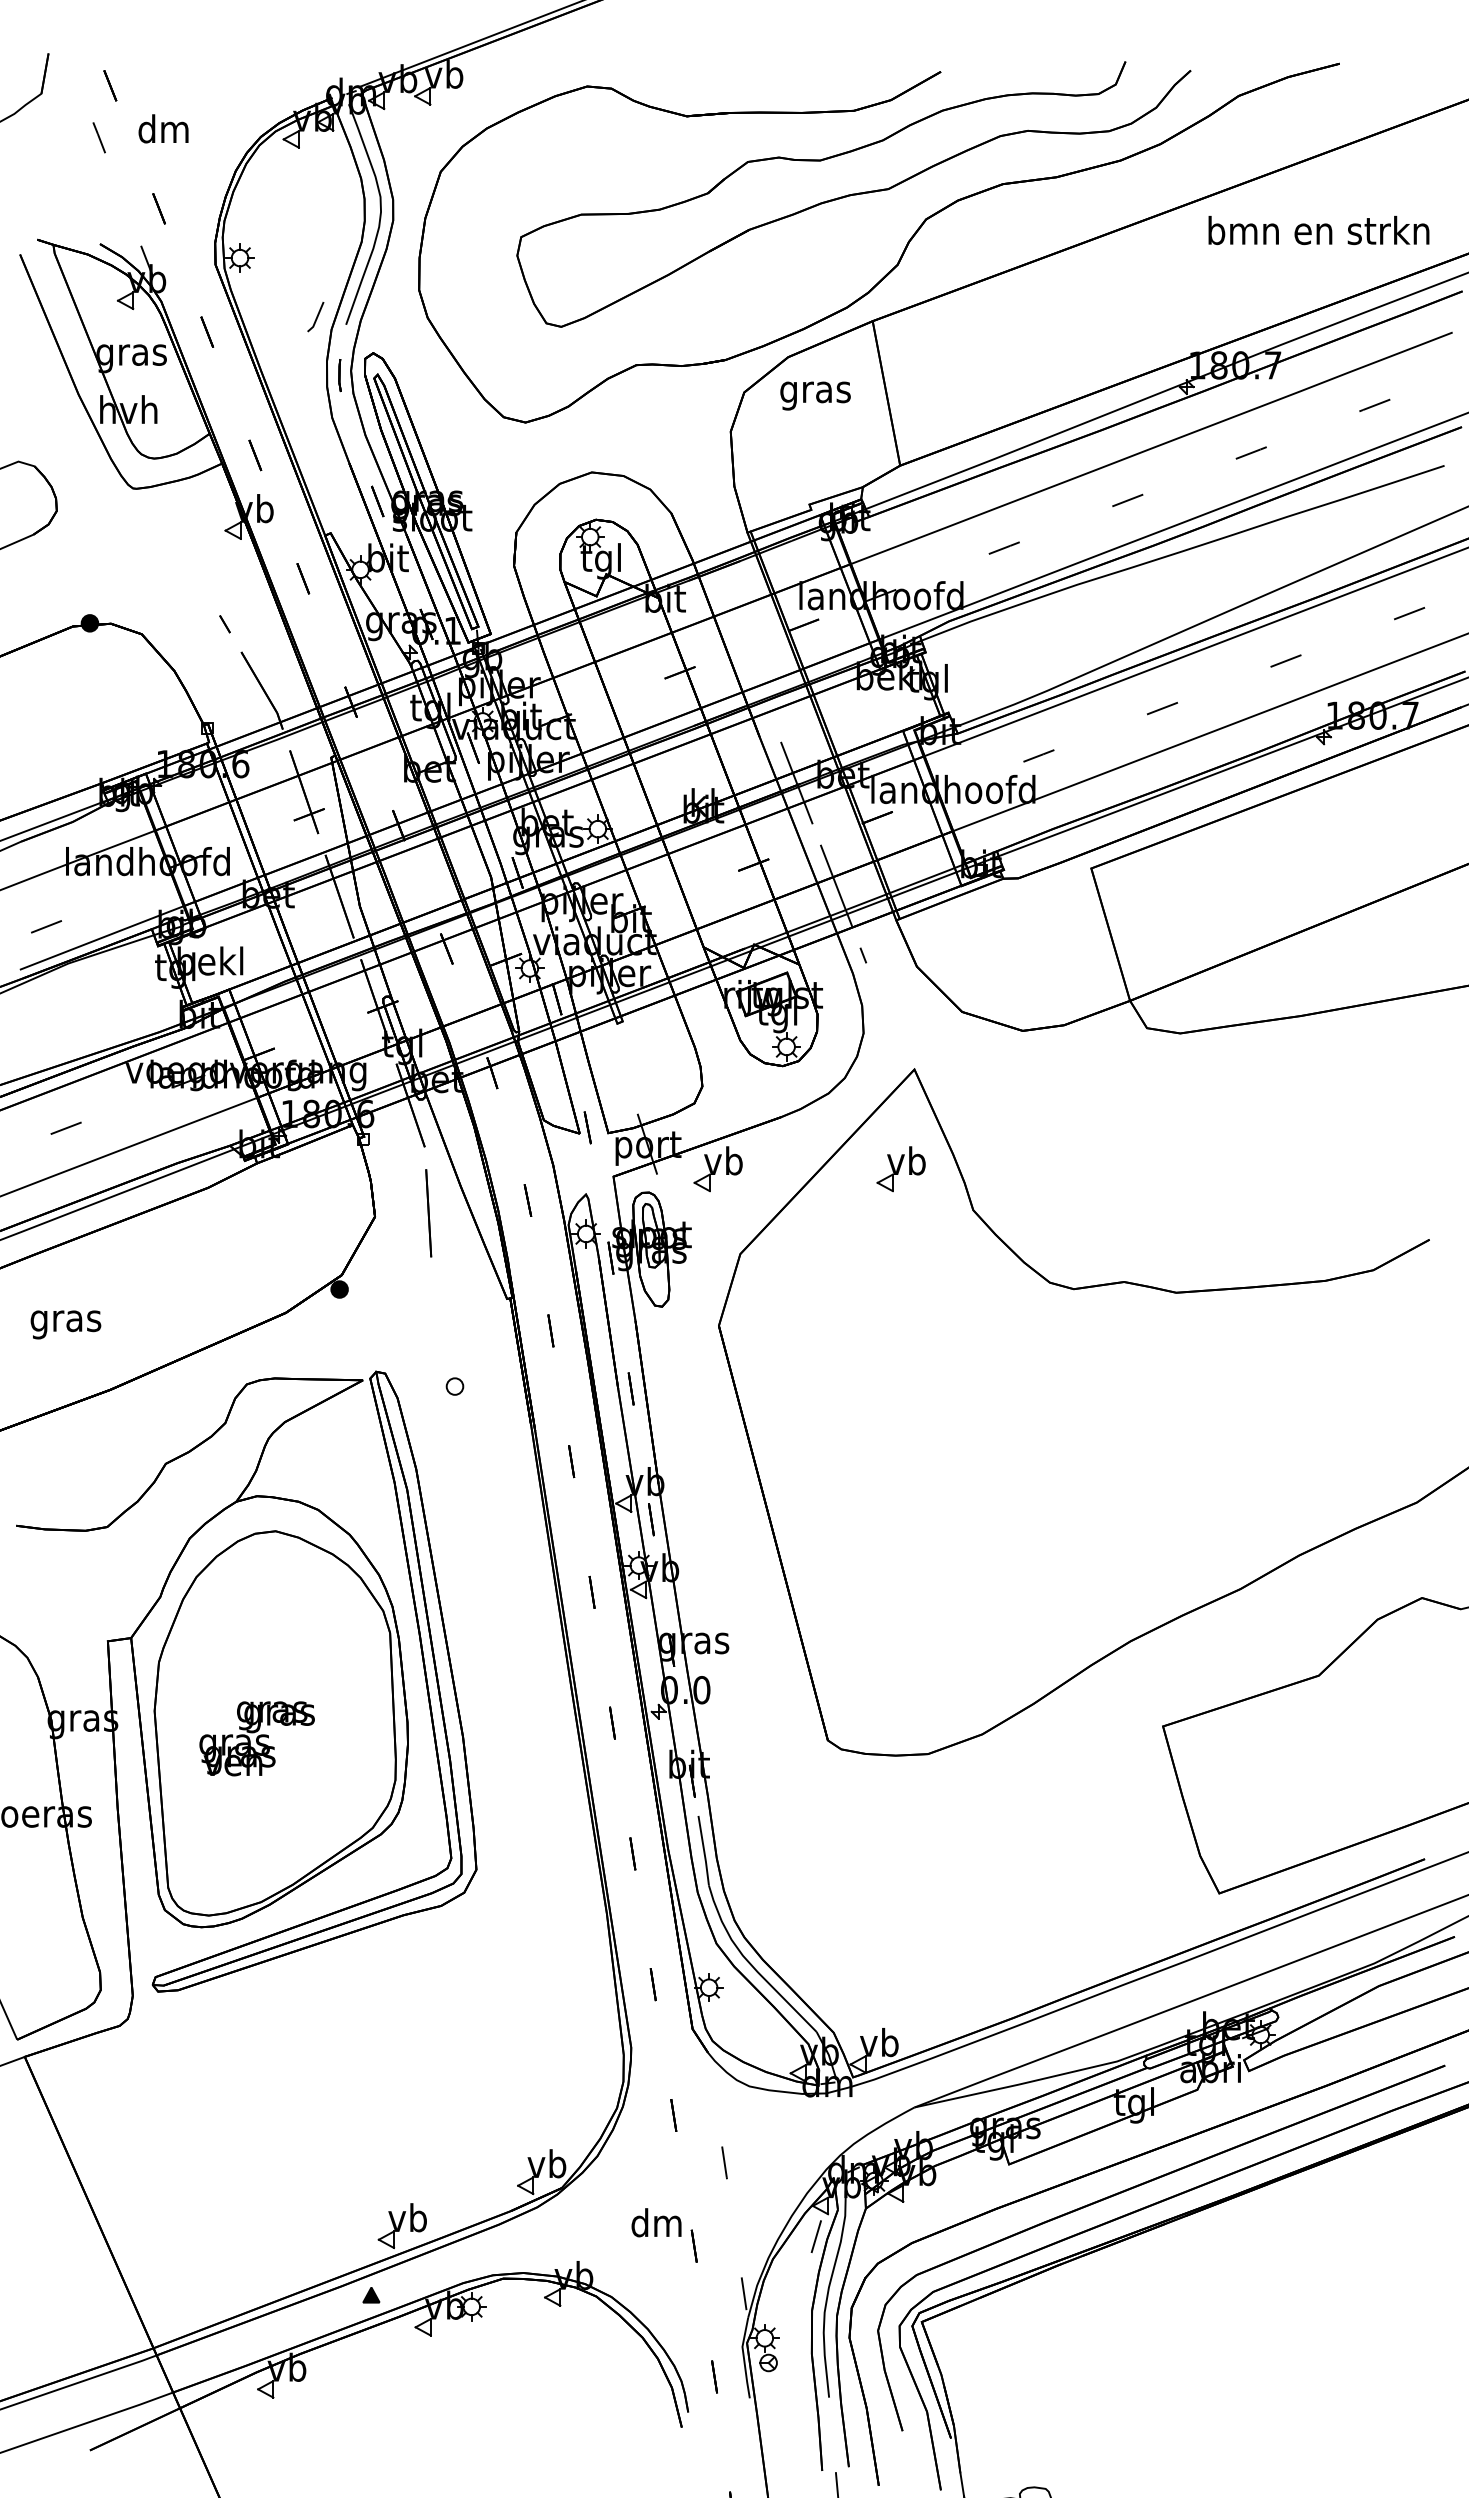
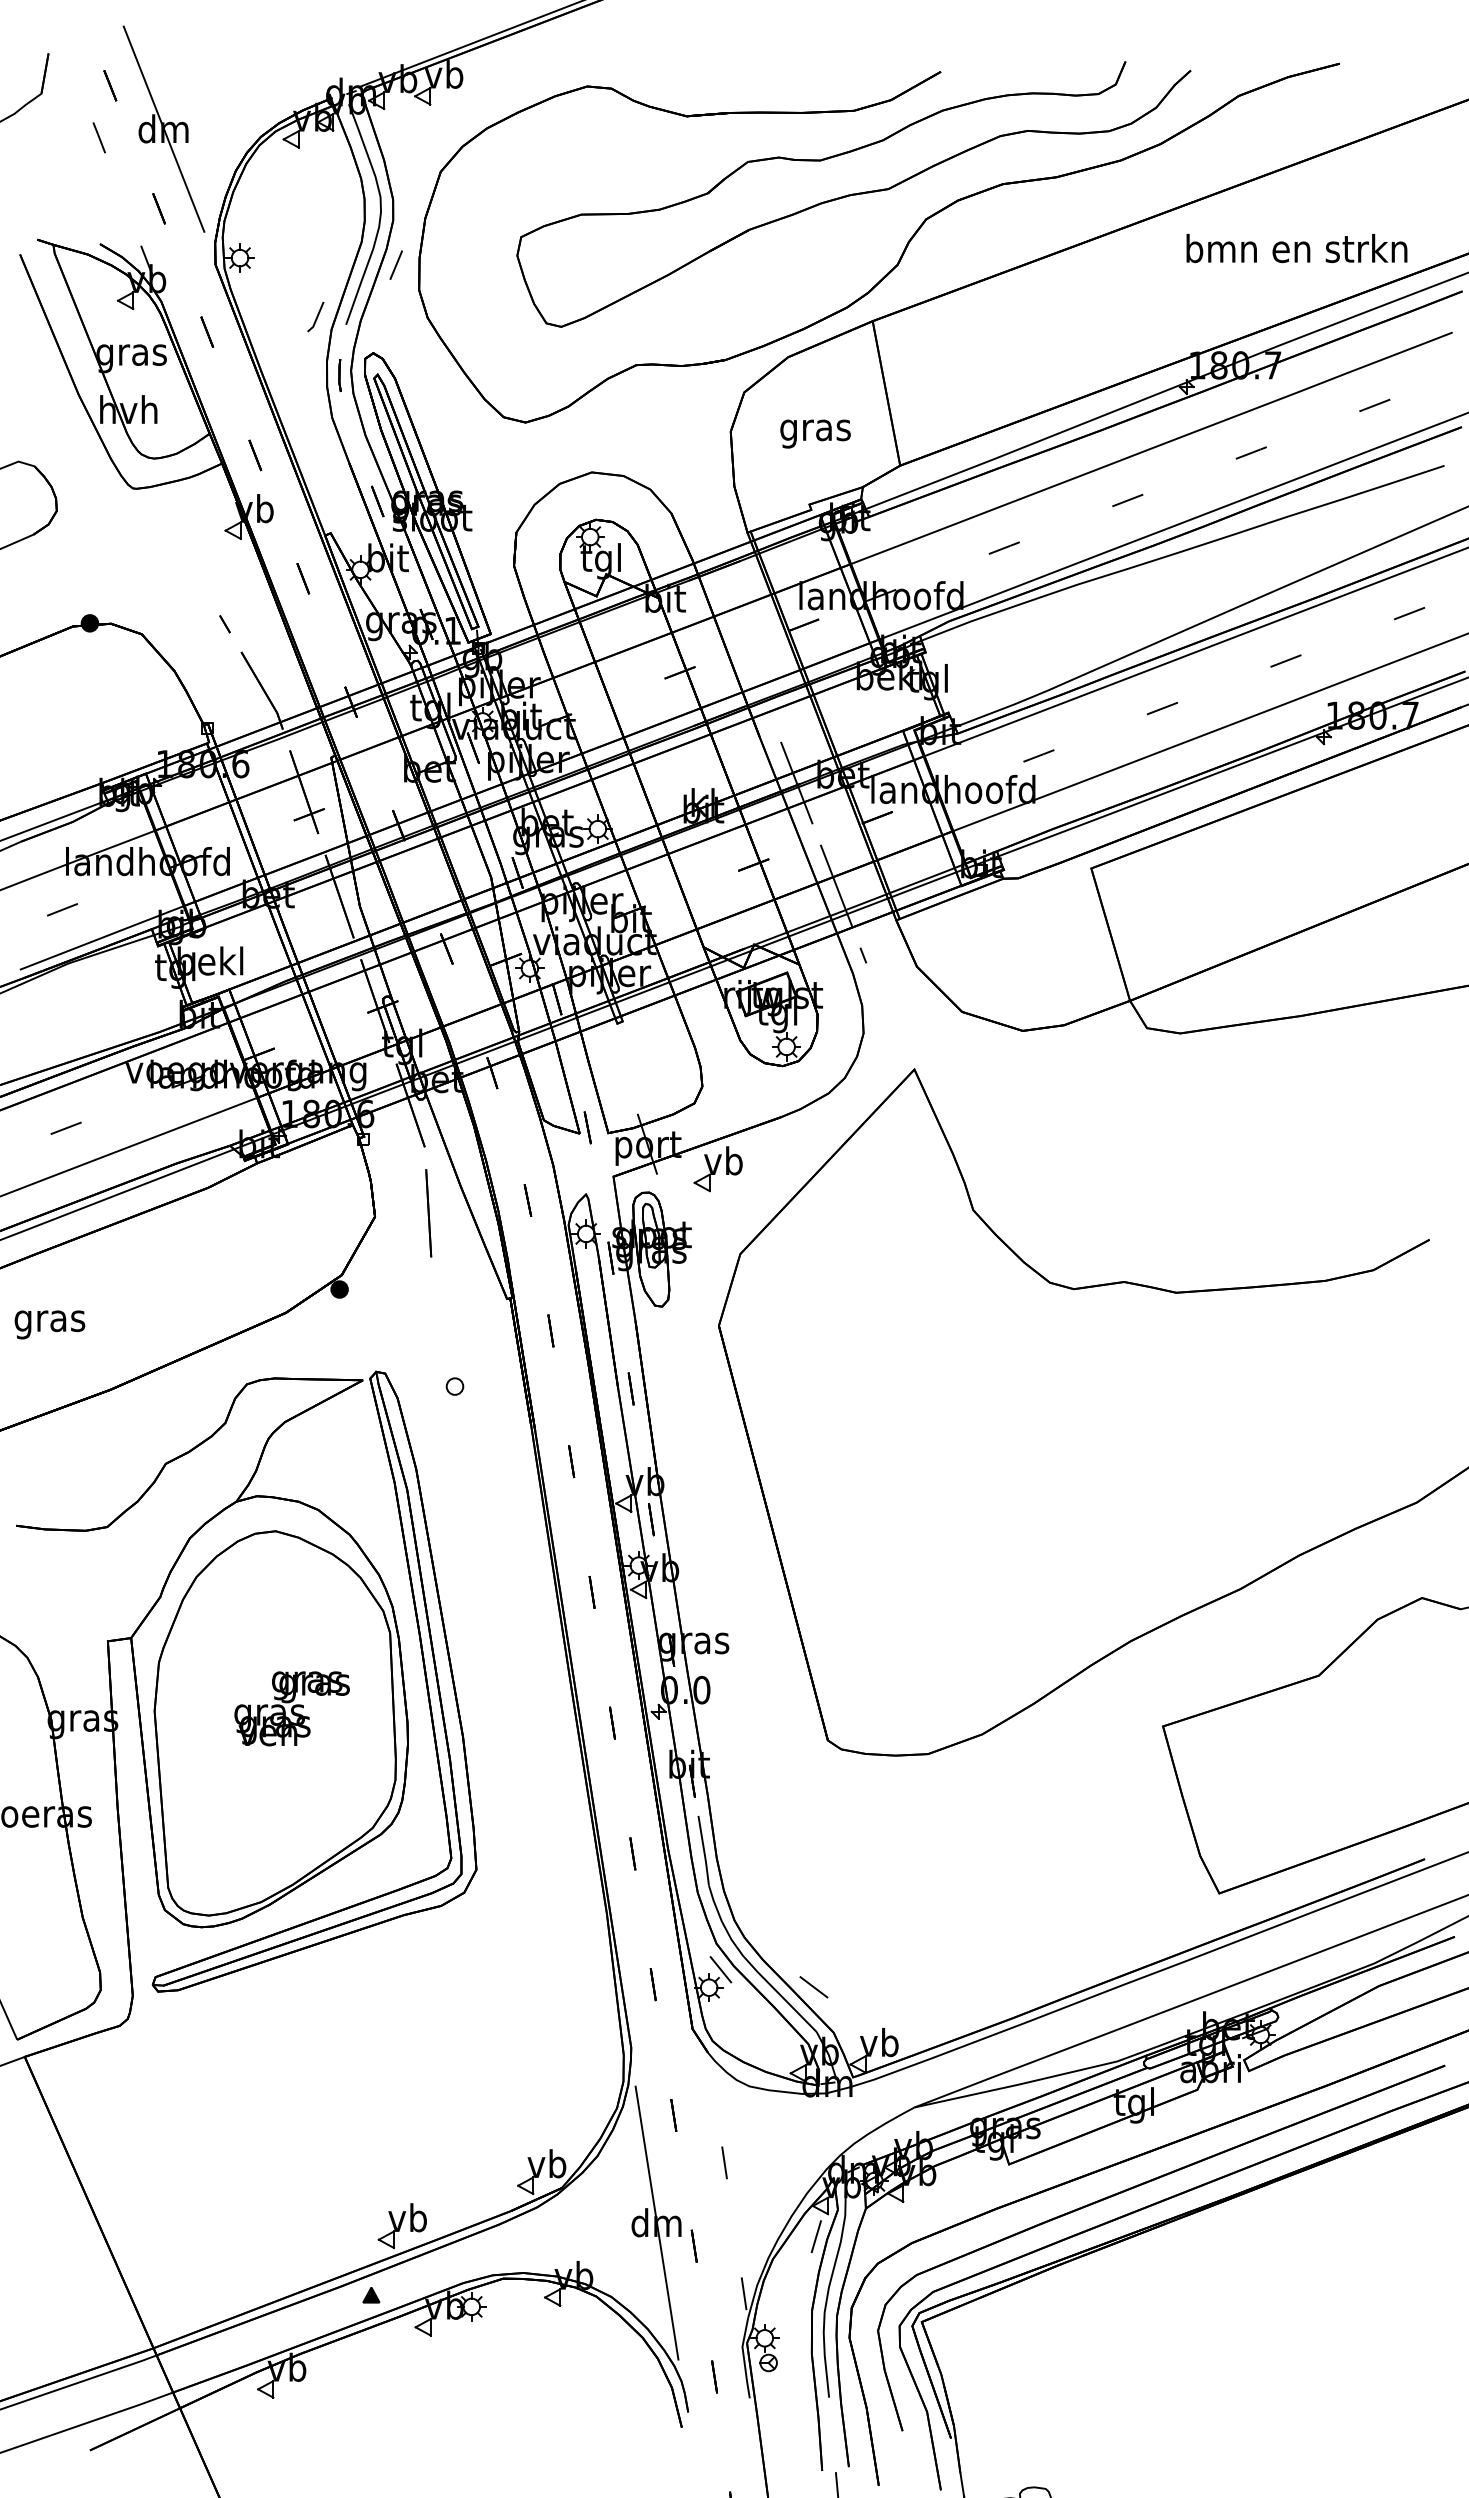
line at (163, 128): none -> present
text at (1318, 230) position: (1318, 230) -> (1296, 248)
line at (395, 264): none -> present
text at (815, 395) position: (815, 395) -> (815, 433)
line at (46, 926) position: (46, 926) -> (62, 909)
part at (900, 1169): present -> none
text at (65, 1324) position: (65, 1324) -> (49, 1324)
text at (256, 1738) position: (256, 1738) -> (291, 1708)
line at (720, 1969): none -> present
line at (813, 1987): none -> present
line at (656, 2222): none -> present
